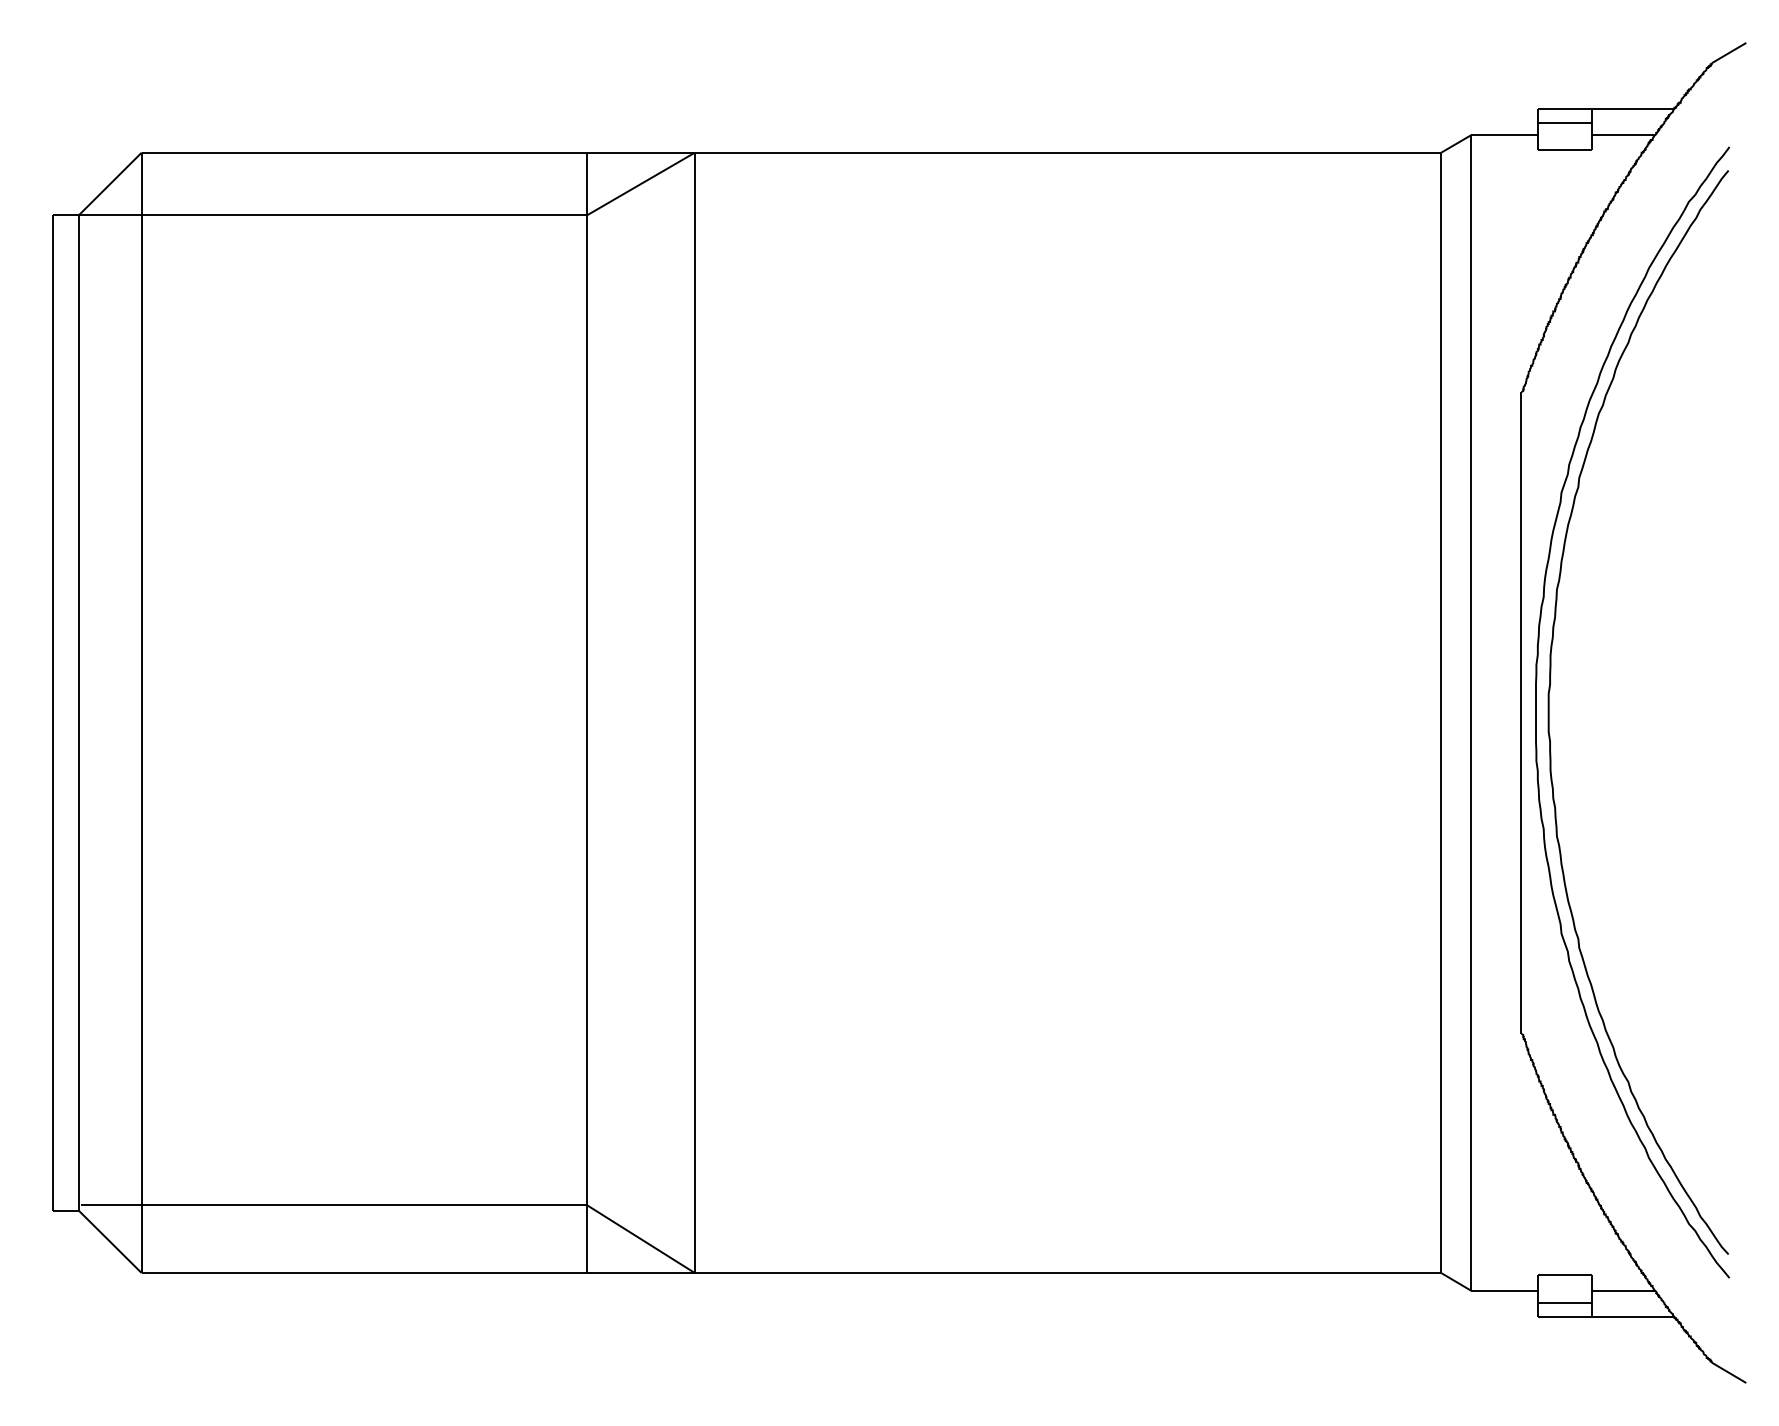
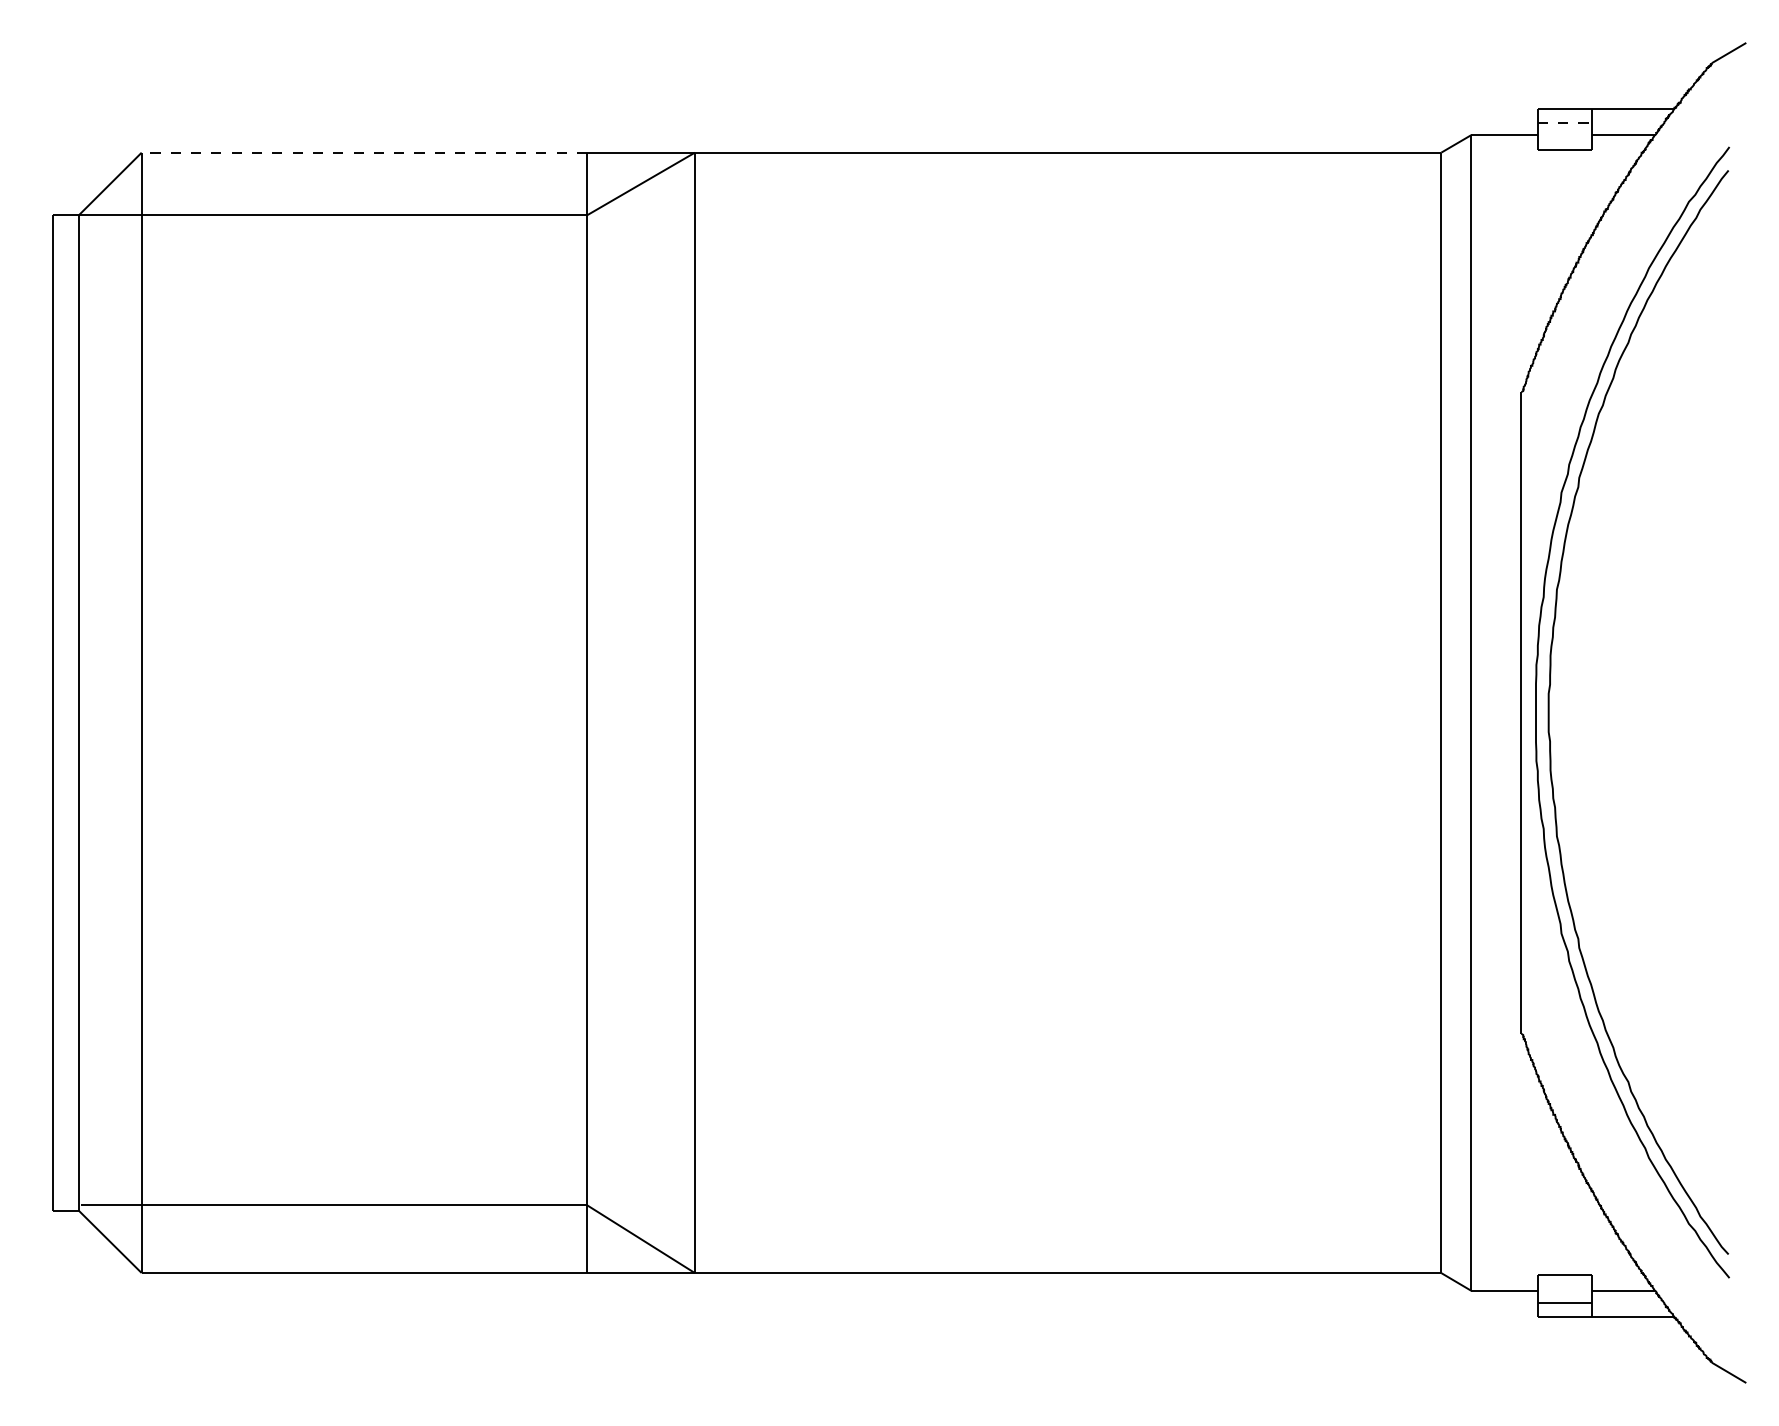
line at (1564, 123): solid -> dashed
line at (364, 152): solid -> dashed
